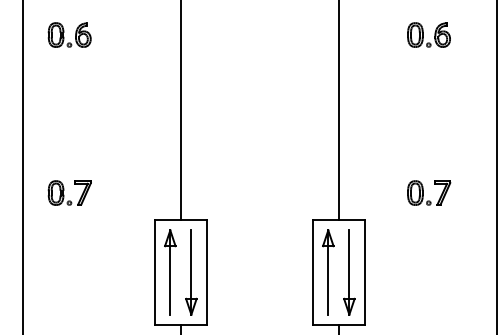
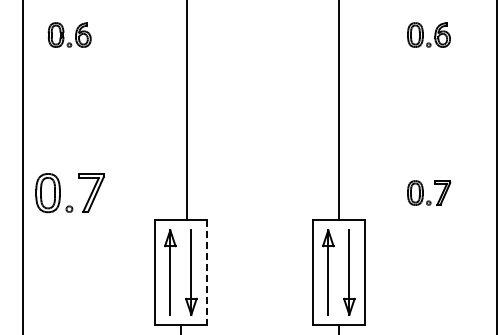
line at (180, 110) position: (180, 110) -> (186, 110)
part at (69, 192) size: 45x26 px -> 70x41 px
line at (207, 272): solid -> dashed
